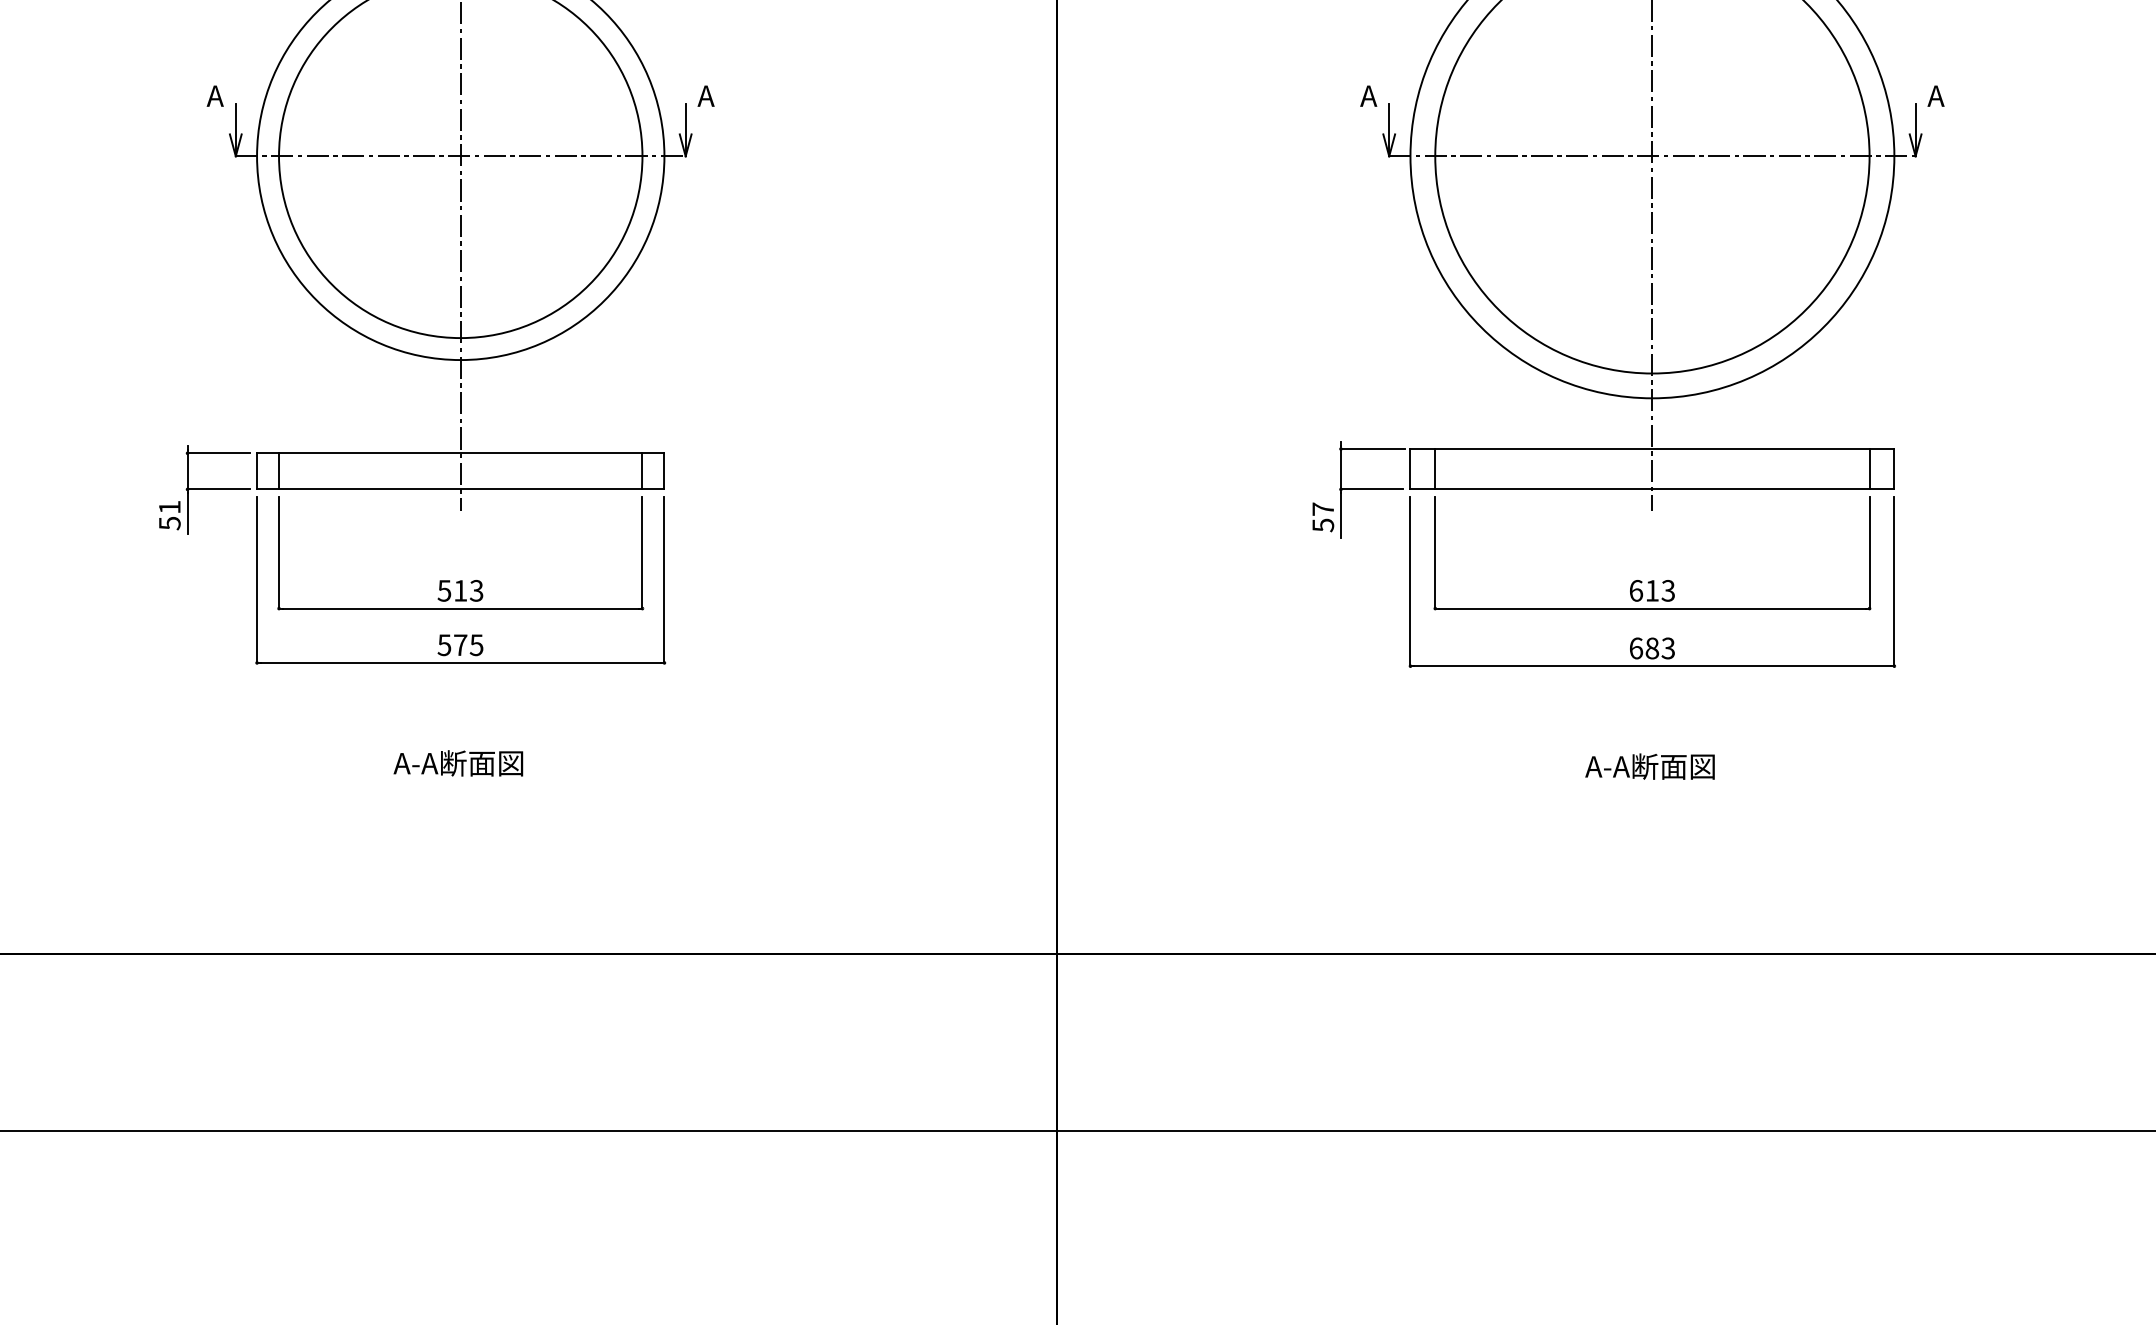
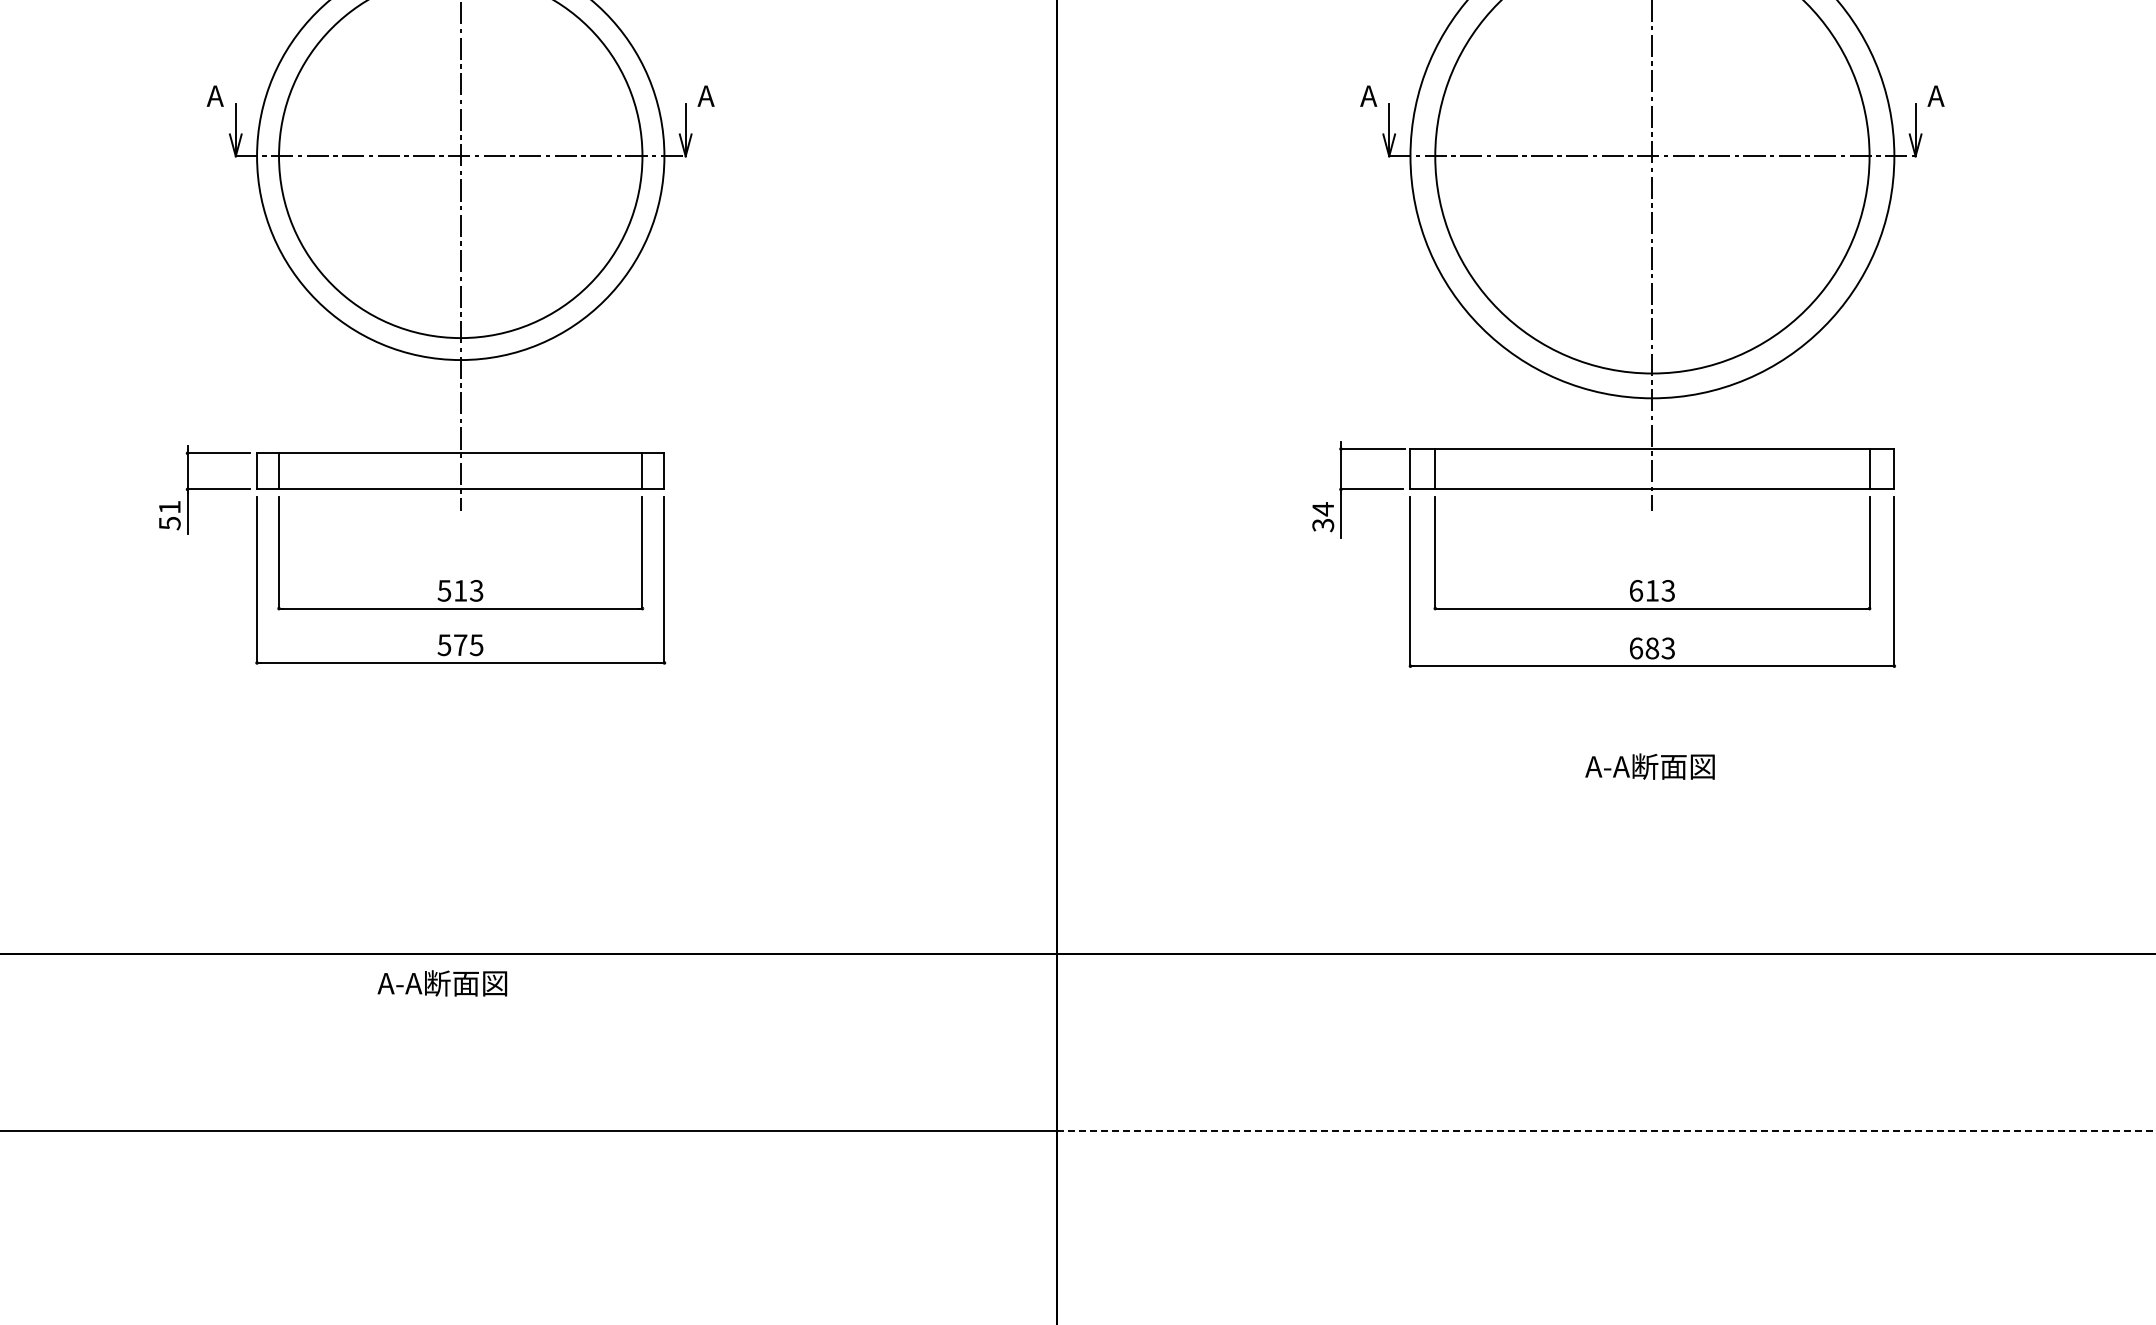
text at (1322, 516): 57 -> 34
text at (458, 763) position: (458, 763) -> (442, 983)
line at (1606, 1131): solid -> dashed
